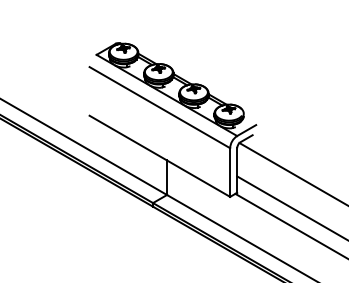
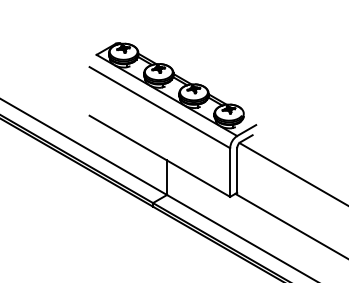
line at (291, 207): present -> none
